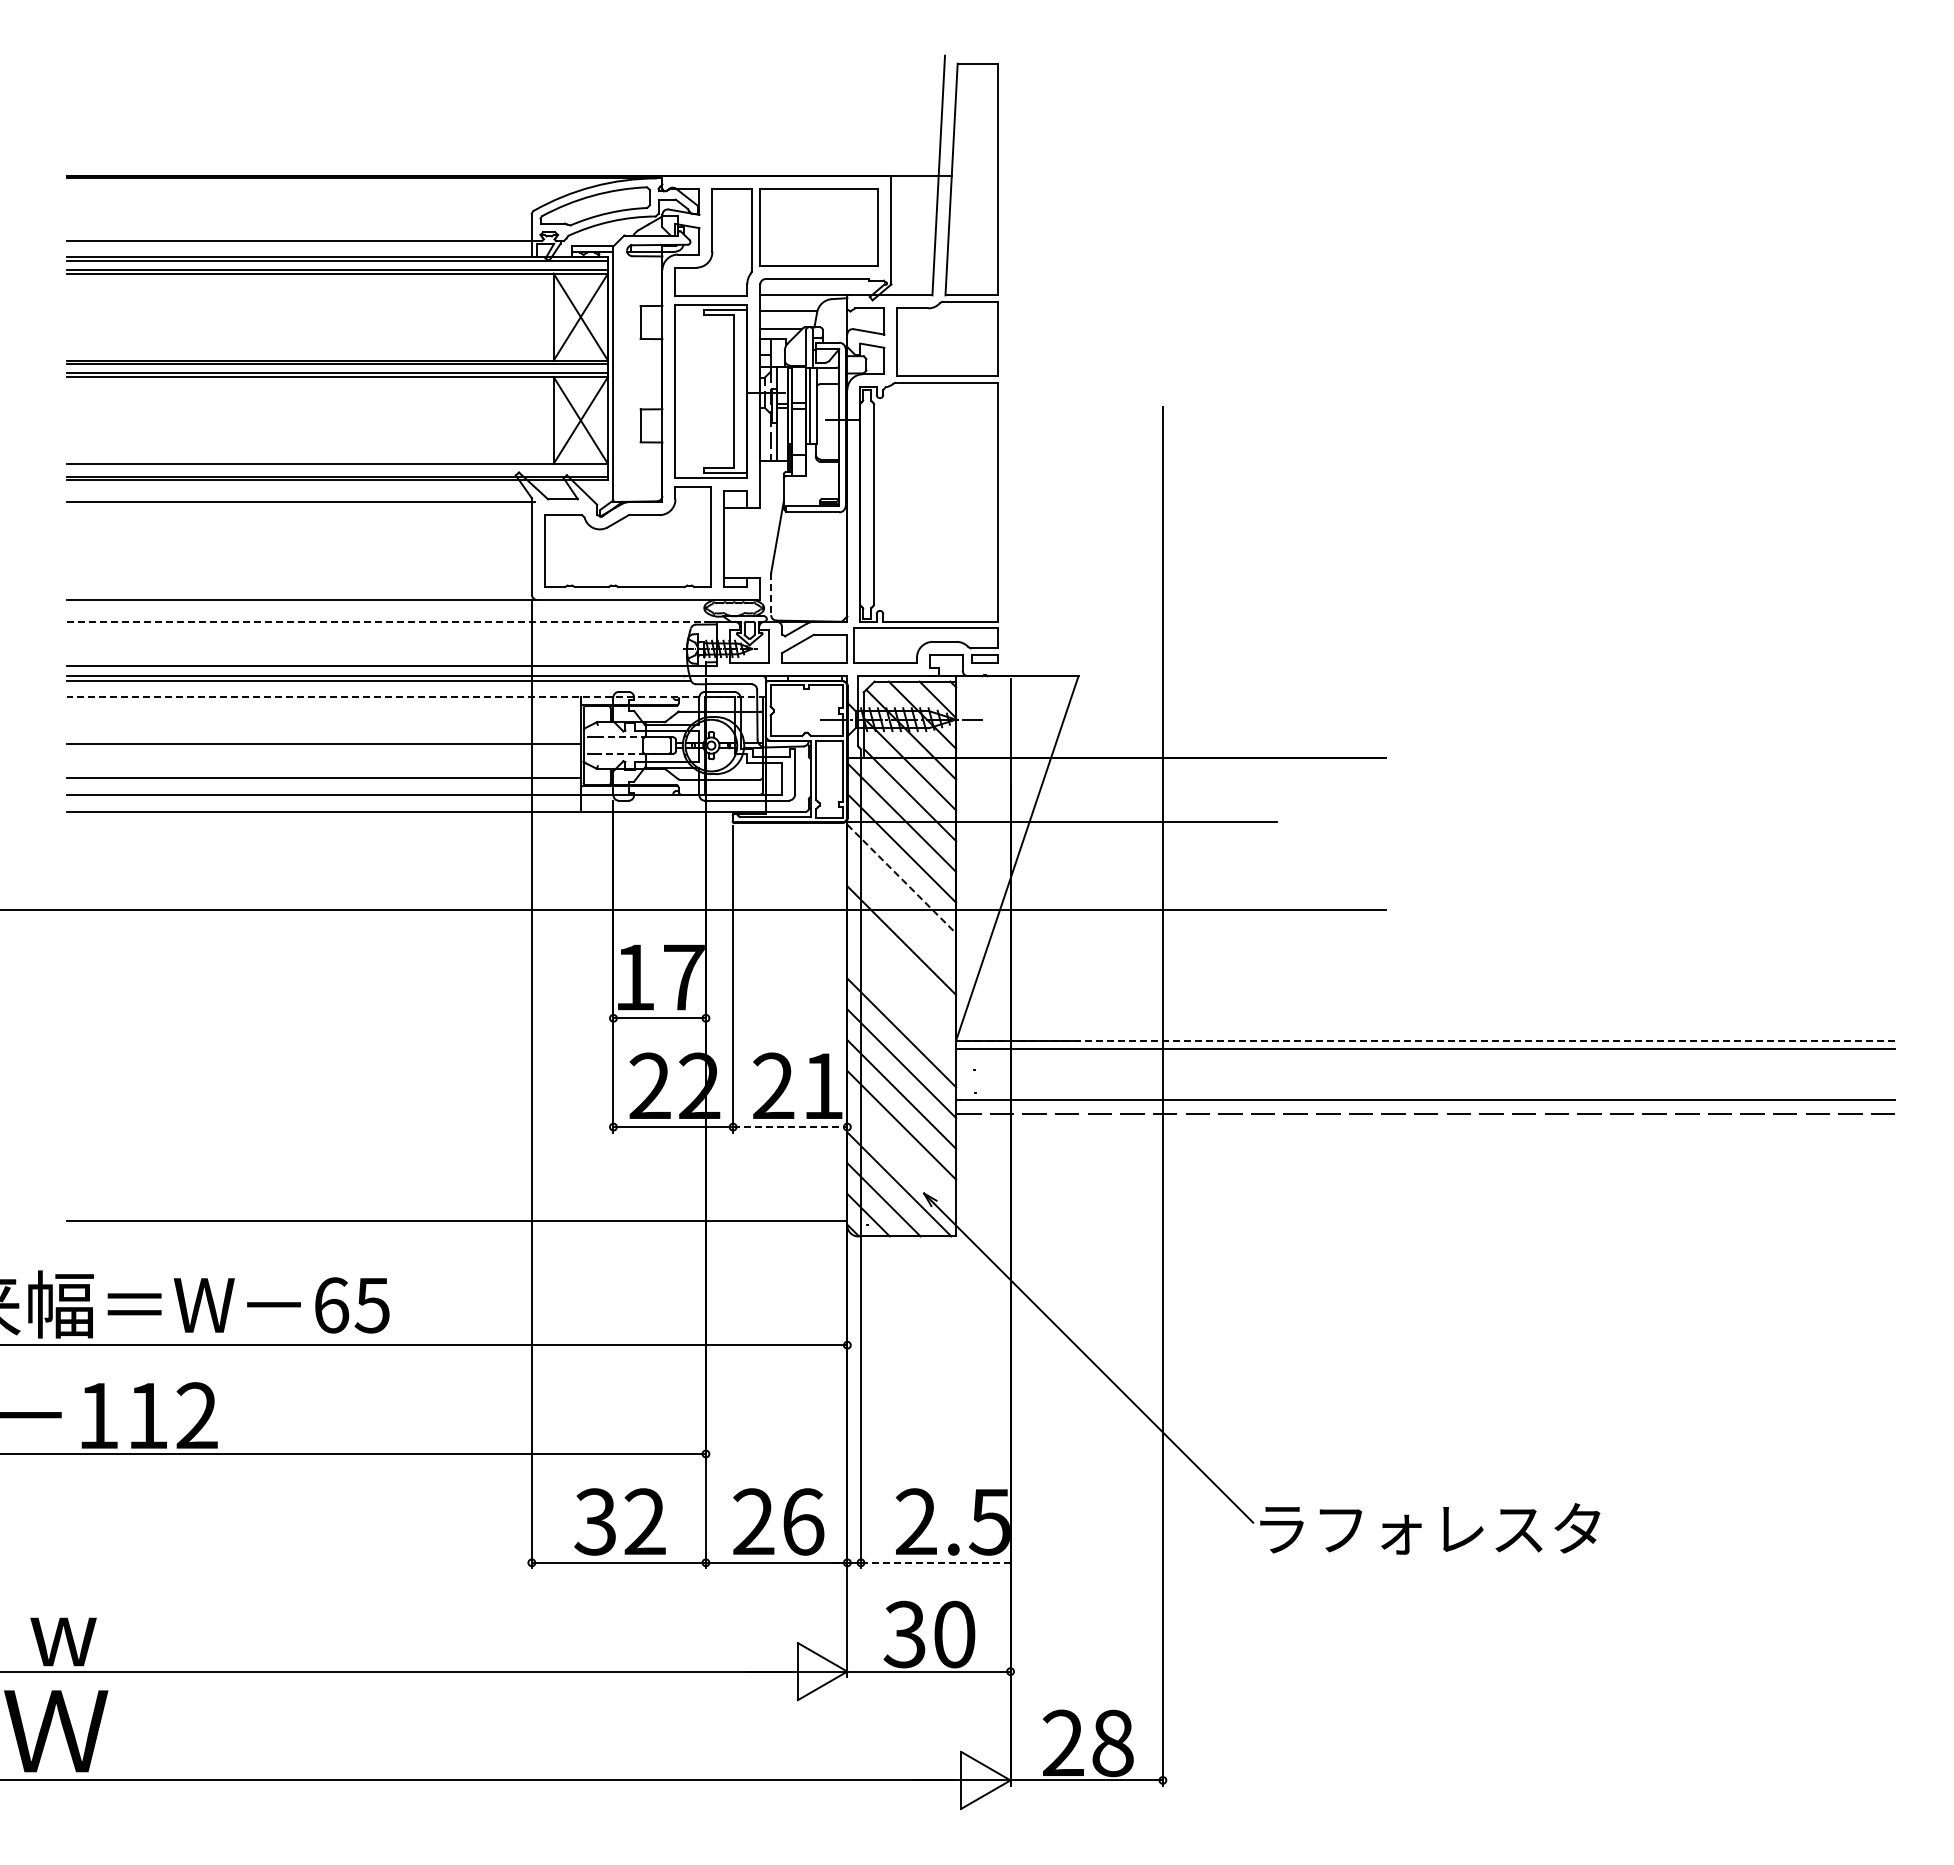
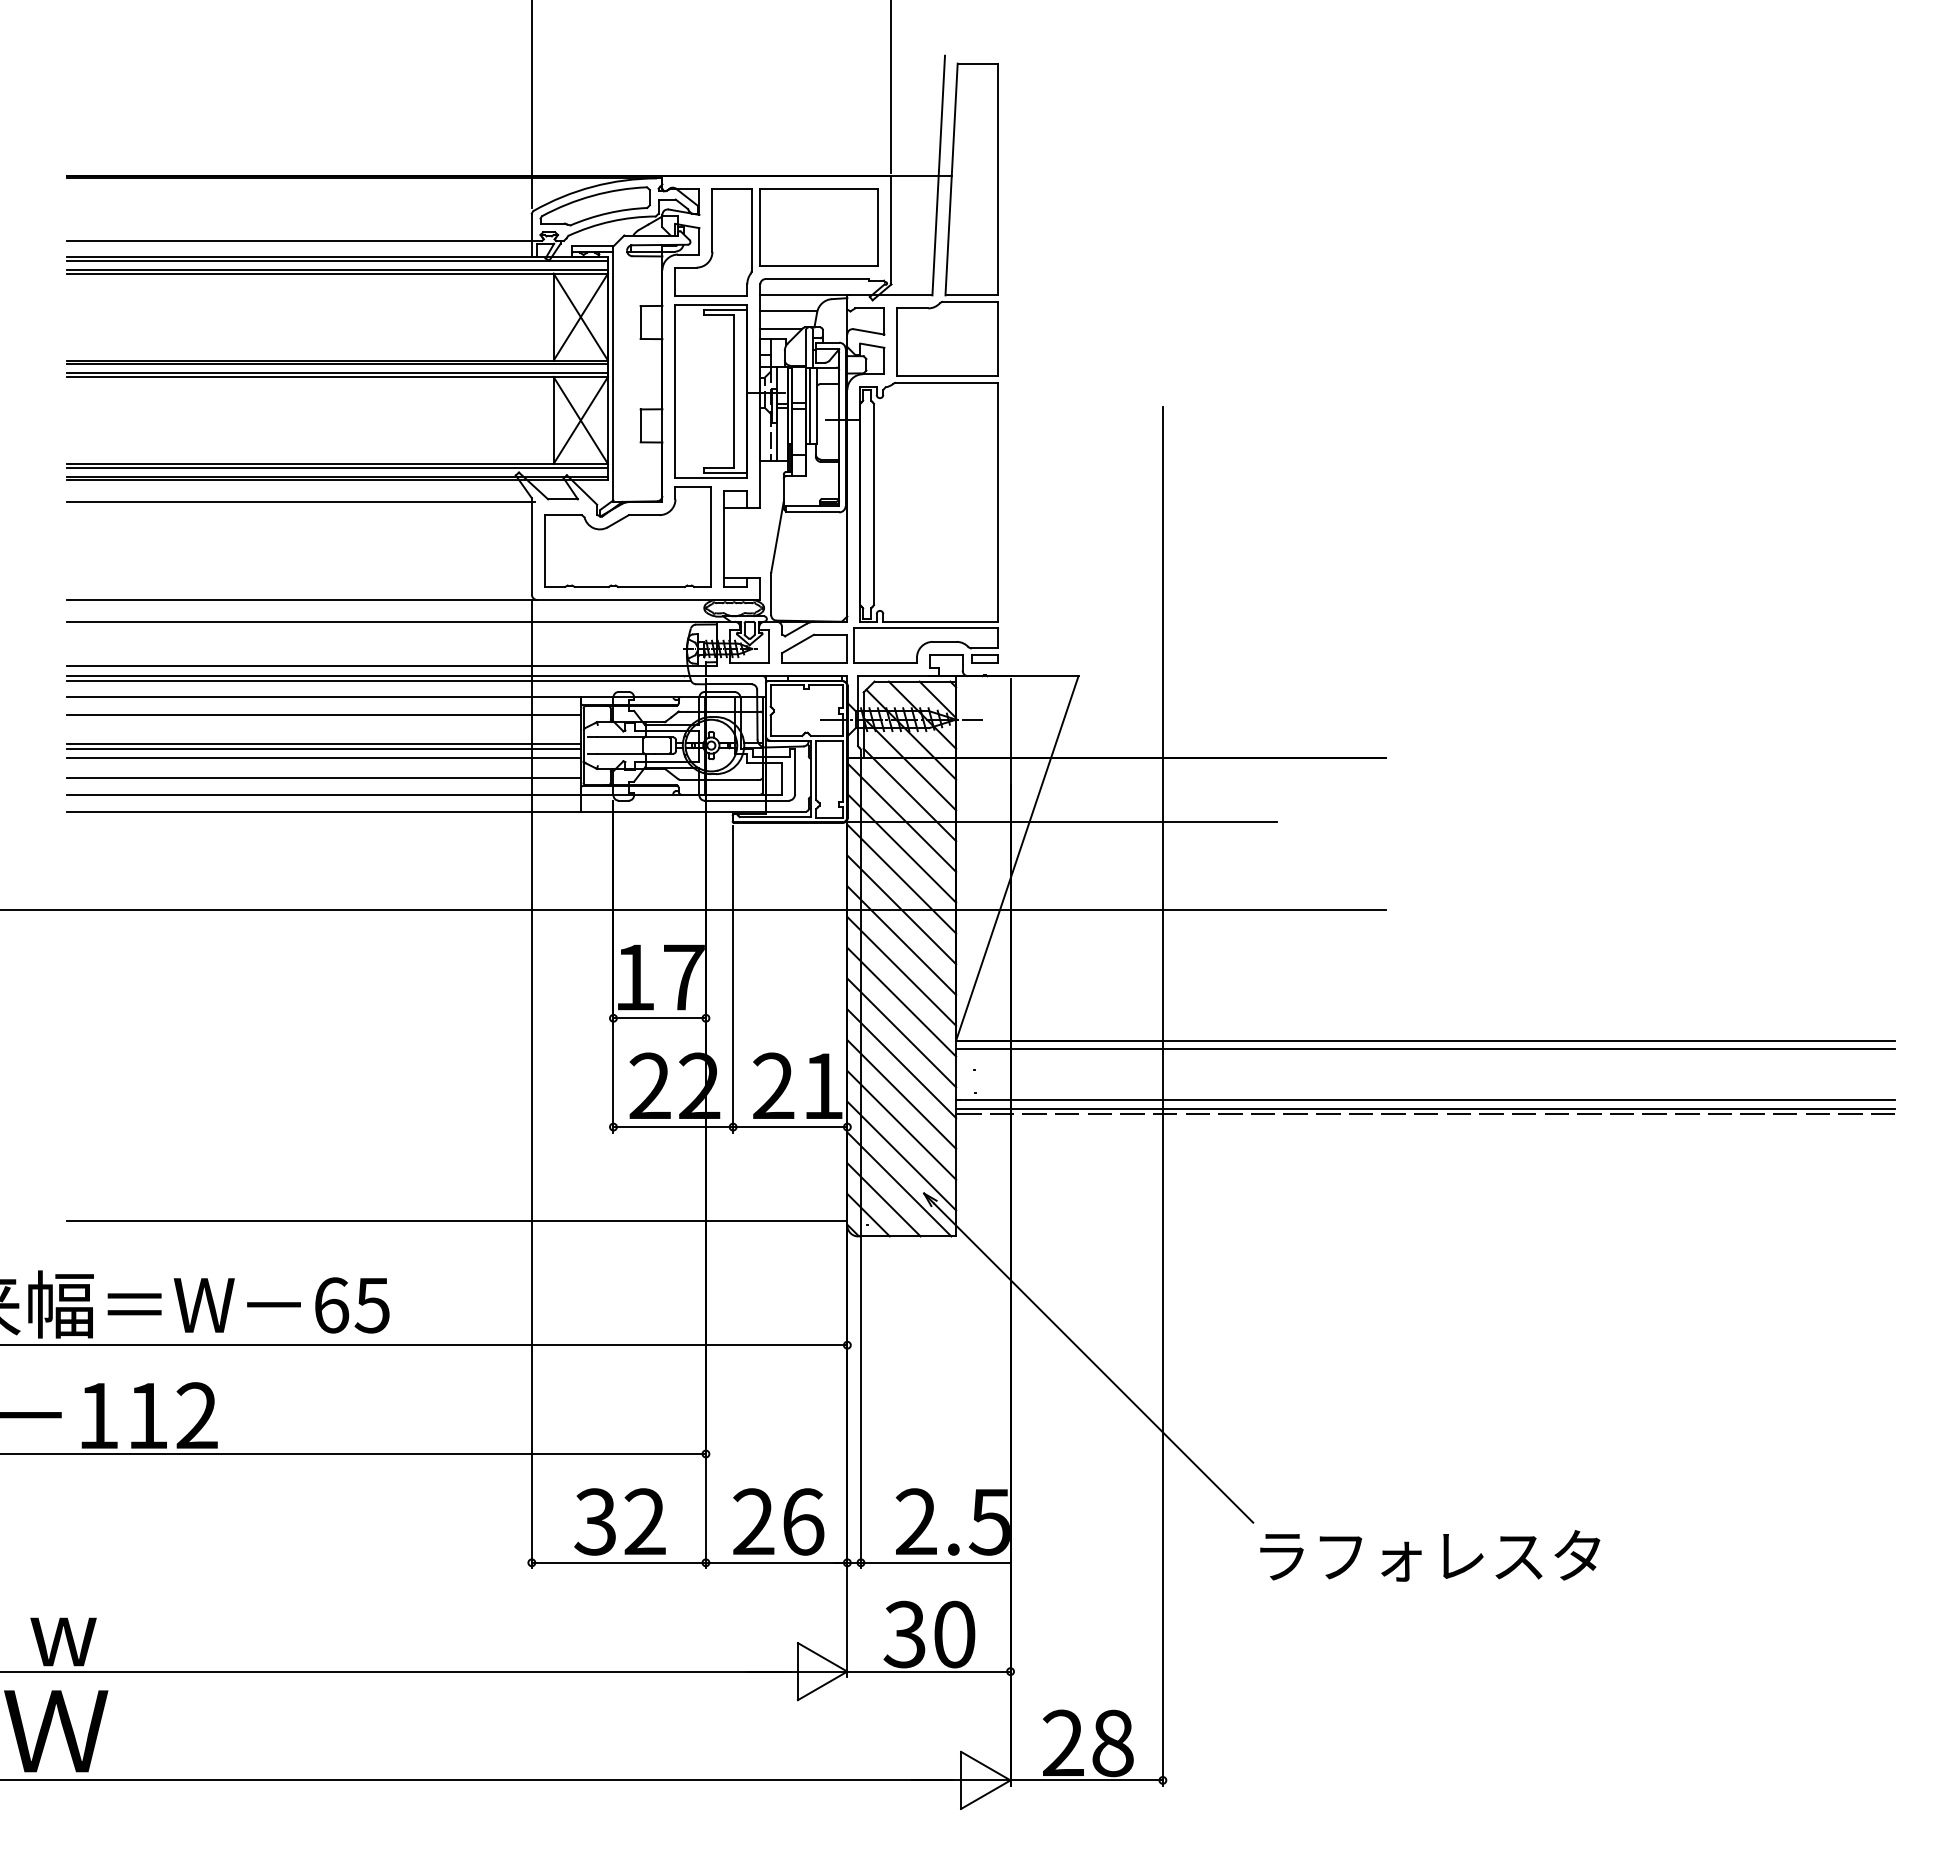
line at (890, 87): none -> present
line at (531, 105): none -> present
line at (337, 467): none -> present
line at (771, 594): dashed -> solid
line at (393, 621): dashed -> solid
line at (415, 697): dashed -> solid
line at (323, 715): none -> present
line at (621, 737): dashed -> solid
line at (323, 748): none -> present
line at (620, 753): dashed -> solid
line at (323, 757): none -> present
line at (901, 879): dashed -> solid
line at (901, 909): none -> present
line at (901, 971): none -> present
line at (901, 1001): none -> present
line at (1425, 1040): dashed -> solid
line at (1425, 1108): none -> present
line at (790, 1127): dashed -> solid
line at (901, 1155): none -> present
text at (1430, 1528) position: (1430, 1528) -> (1430, 1555)
line at (935, 1562): dashed -> solid
